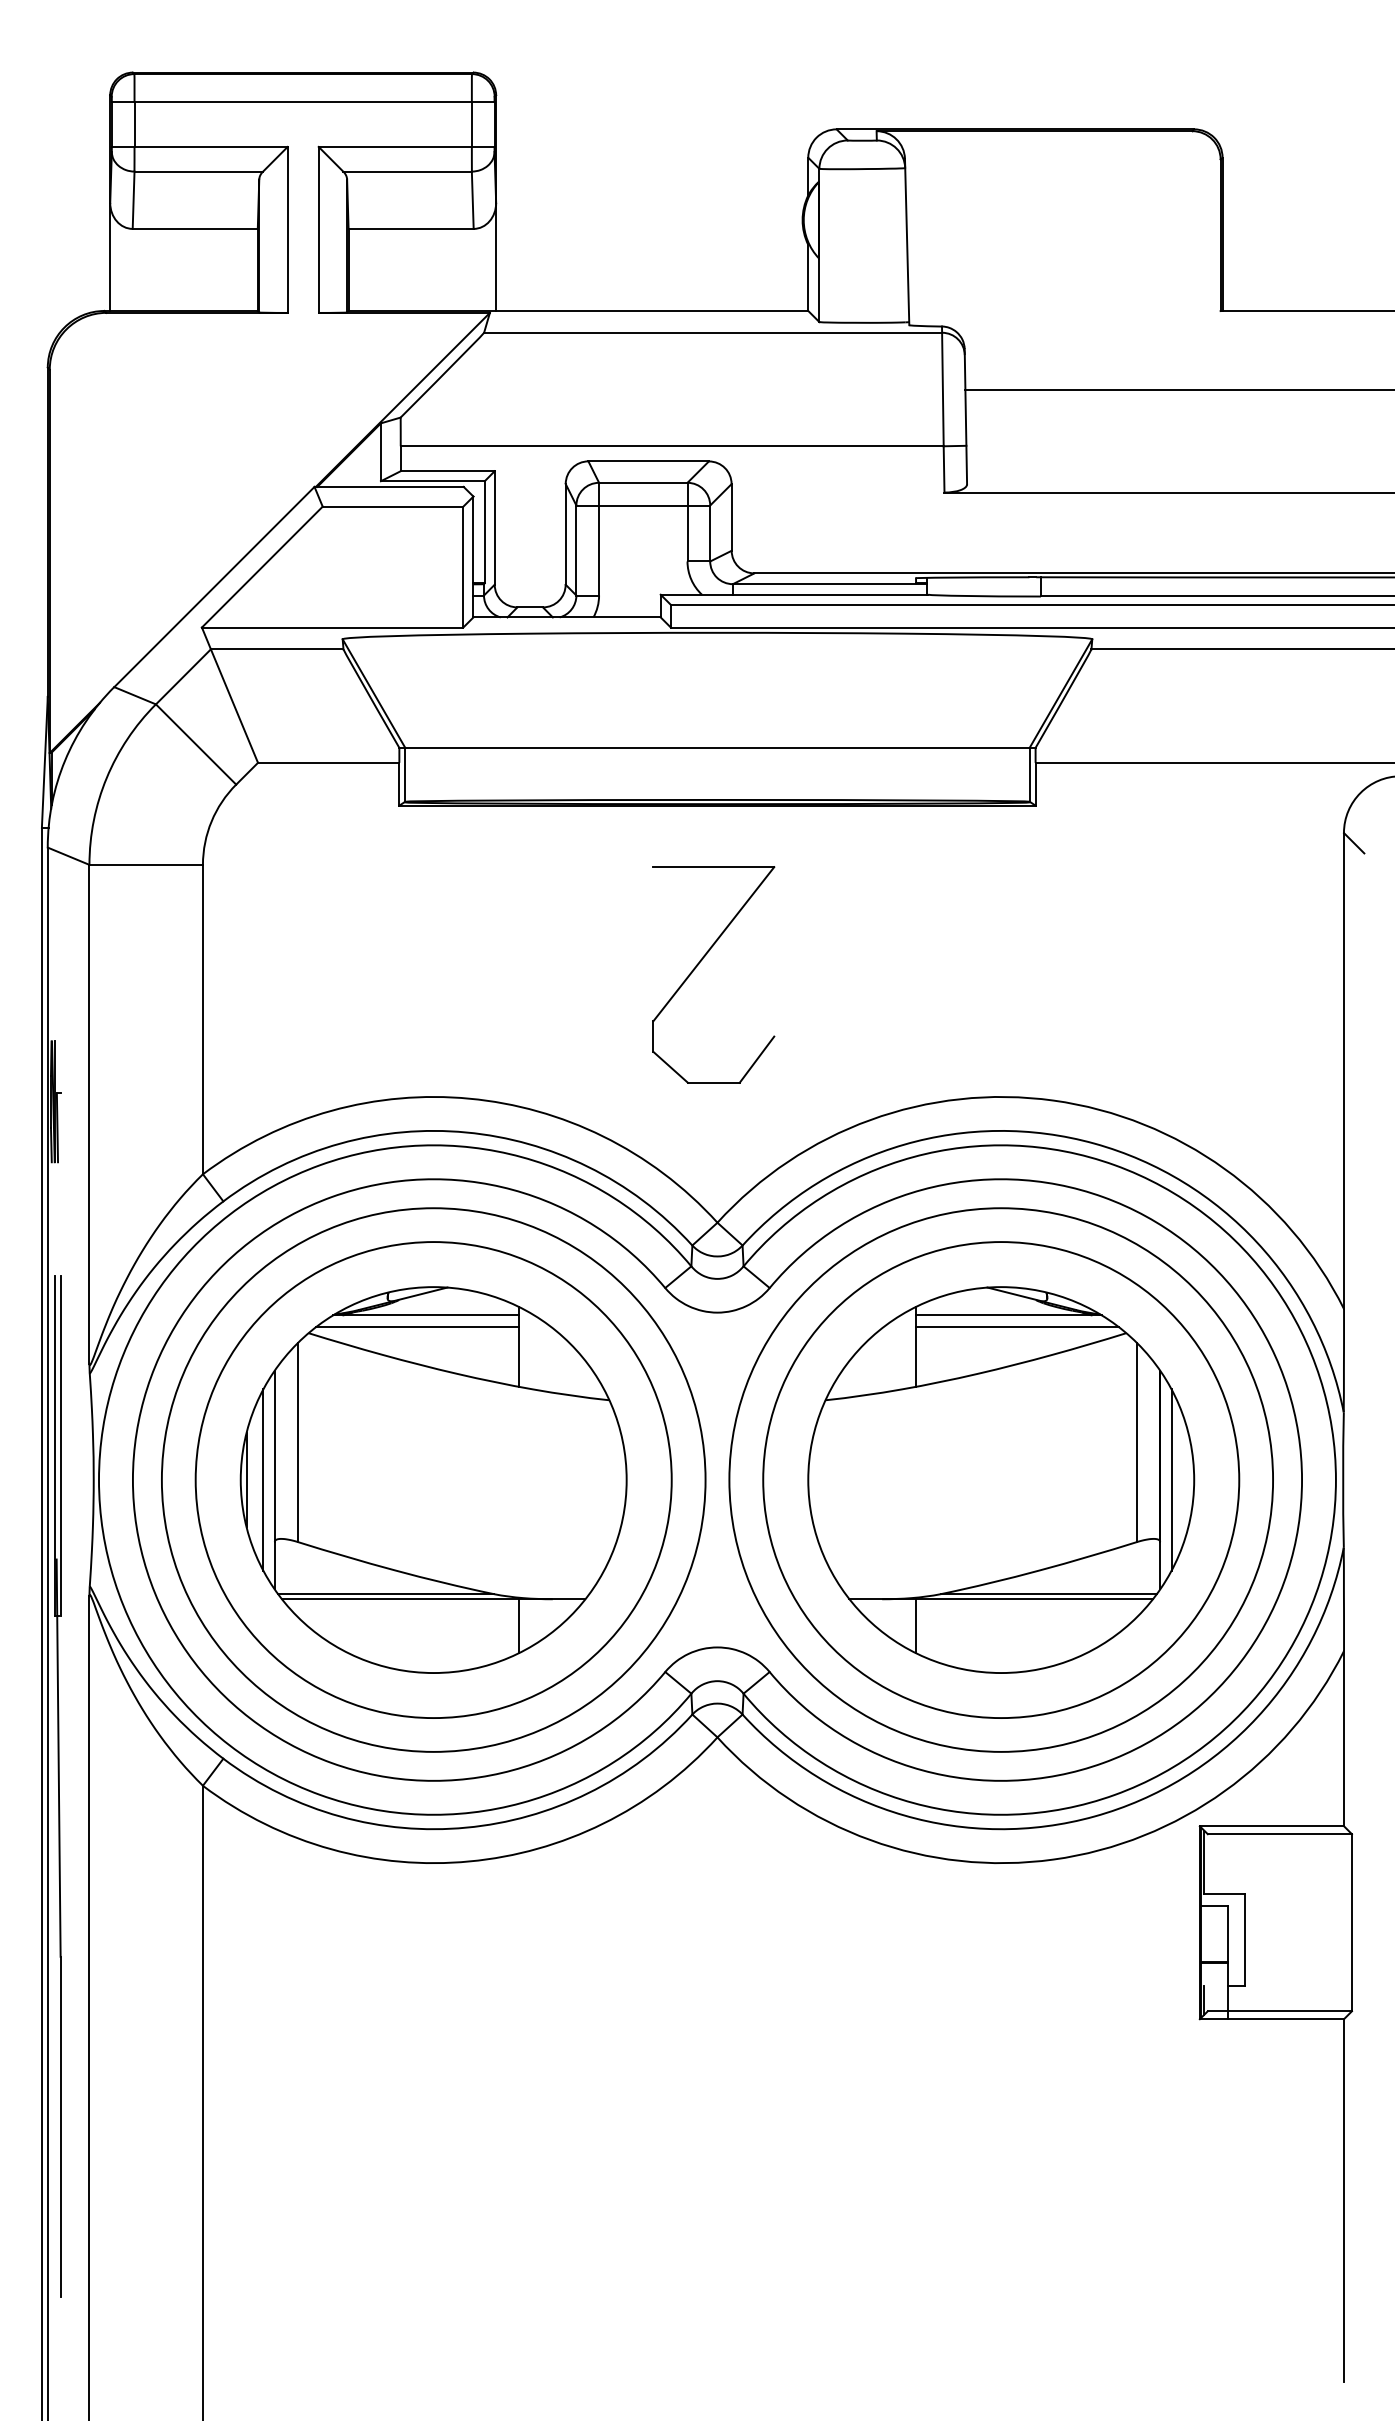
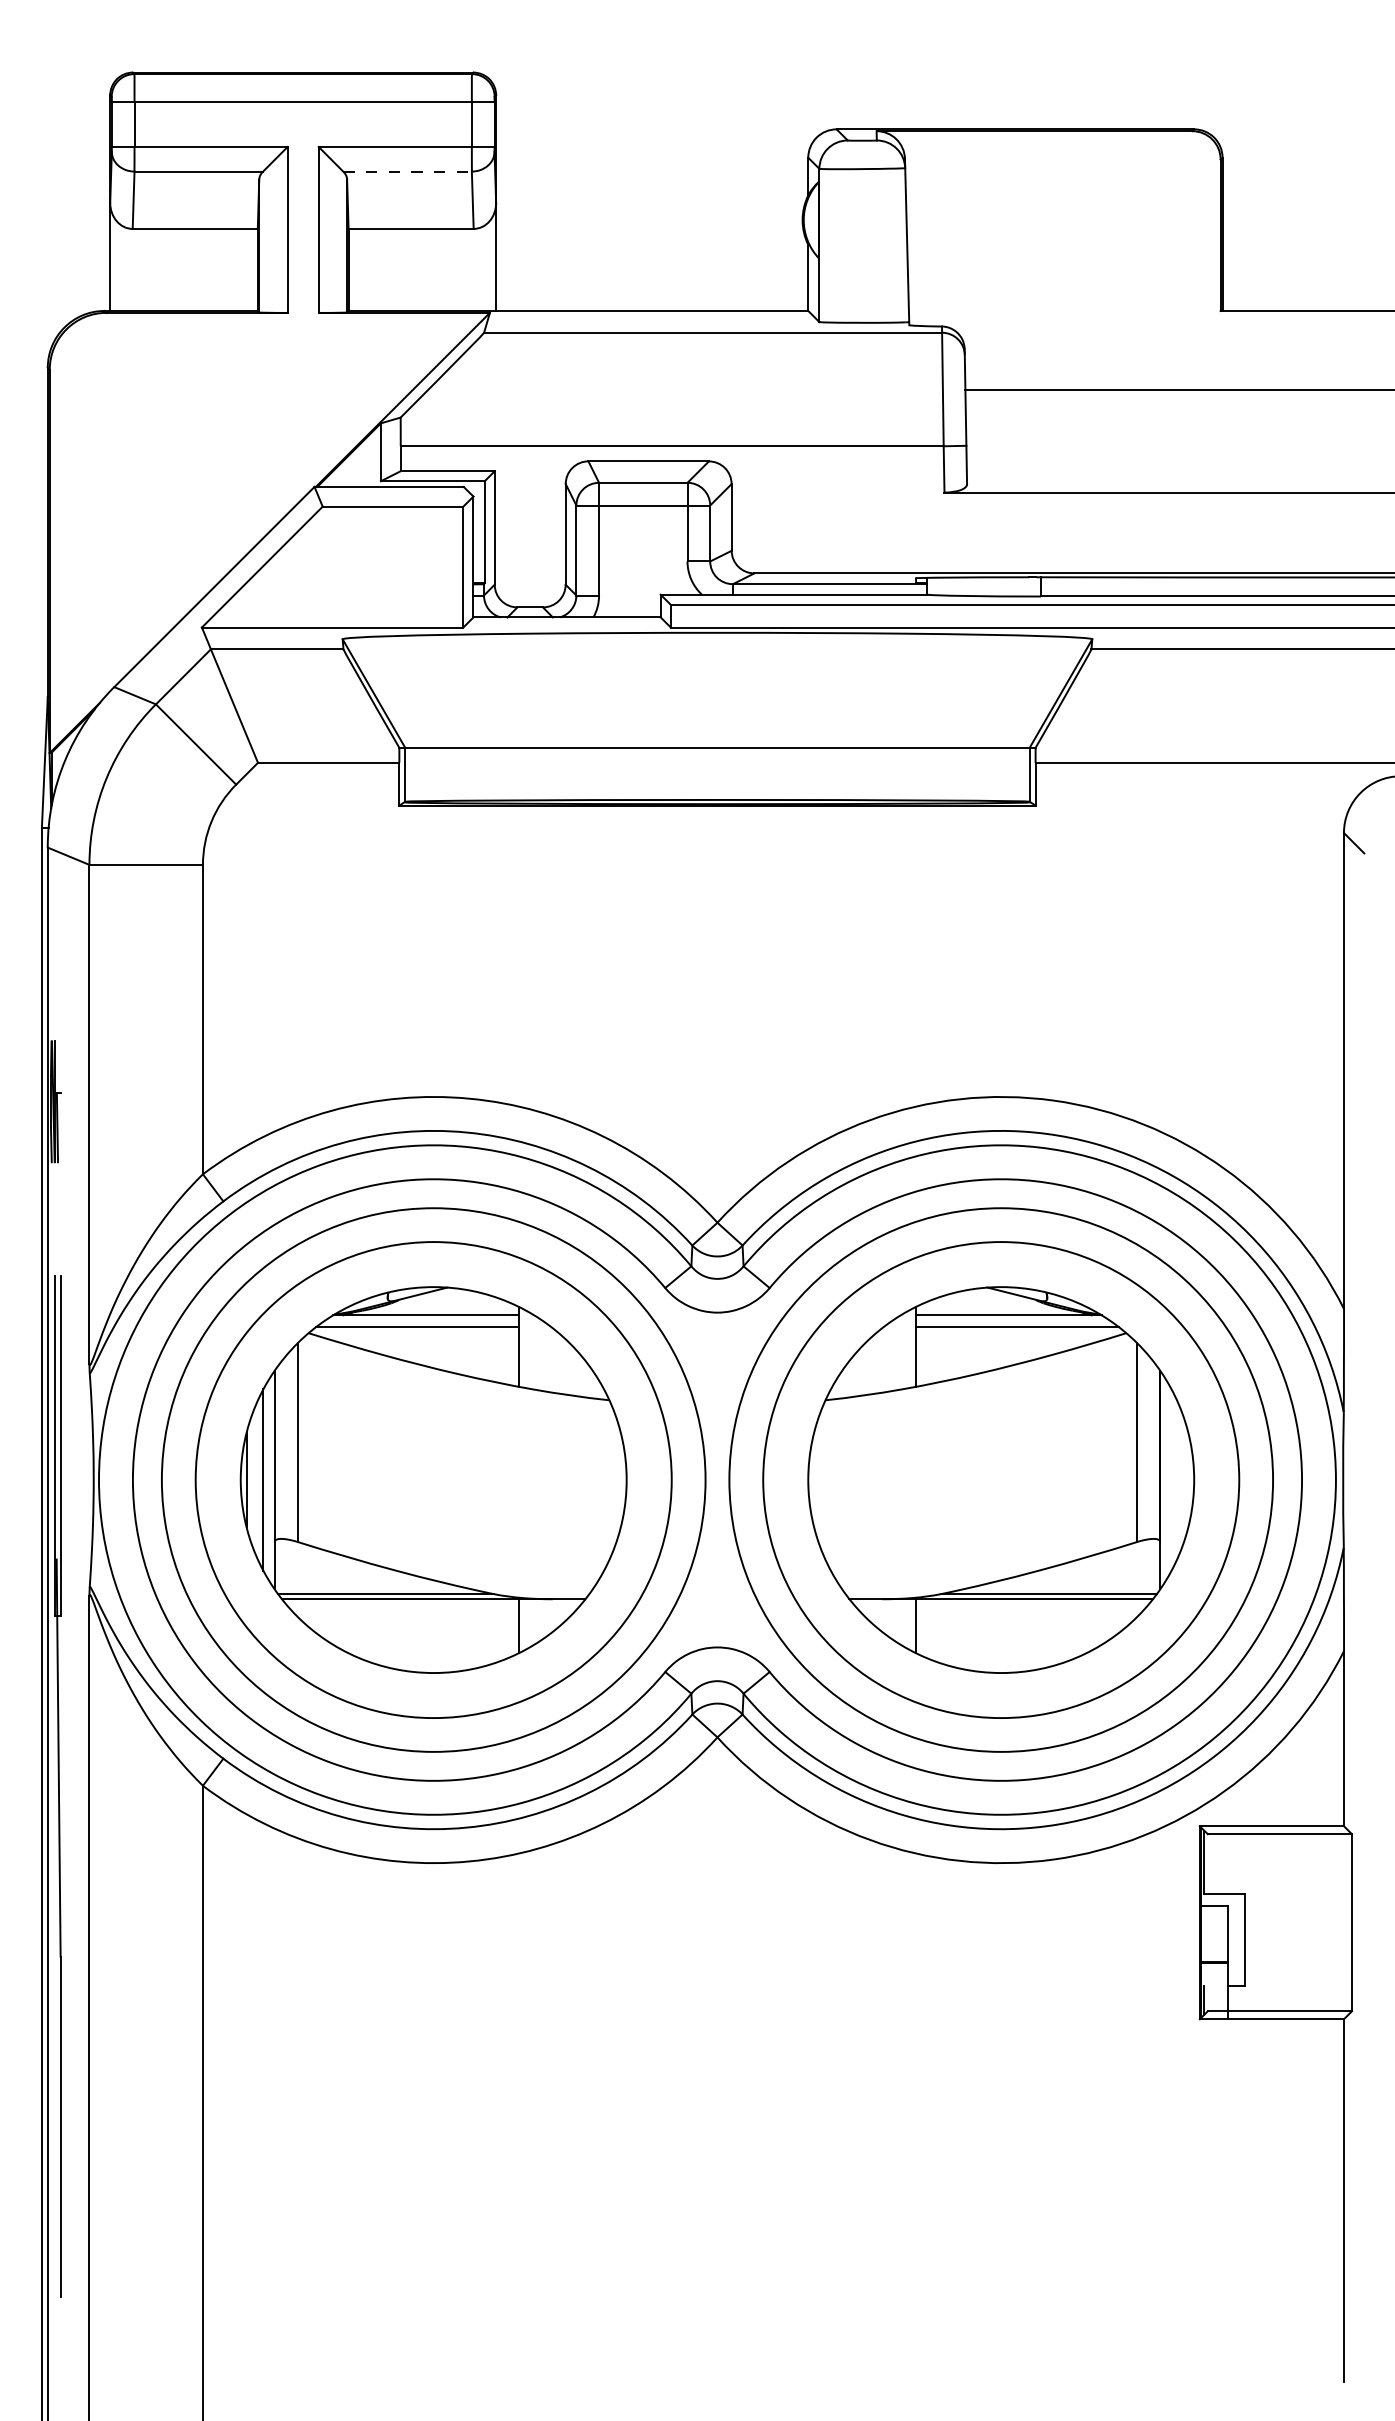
line at (408, 171): solid -> dashed
part at (699, 964): present -> none
line at (1171, 1479): present -> none
